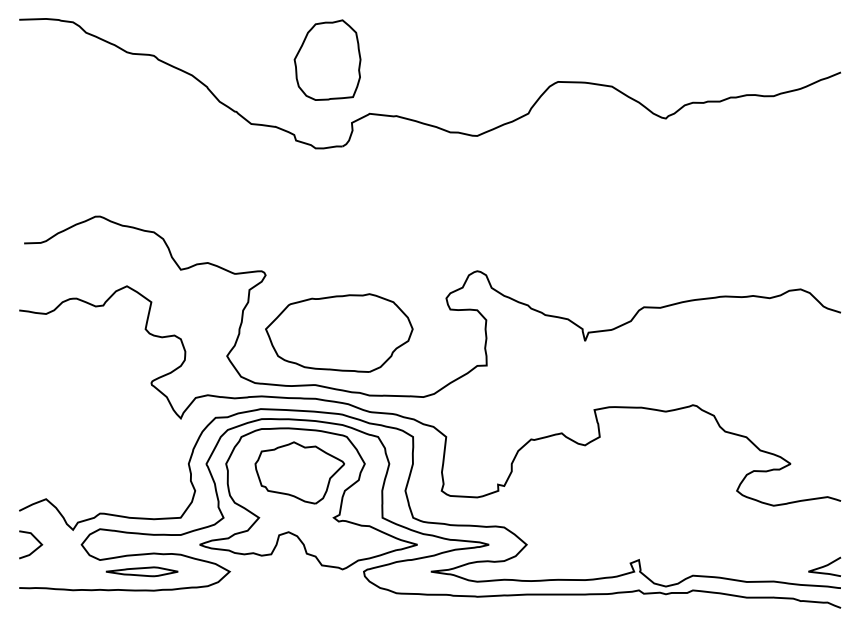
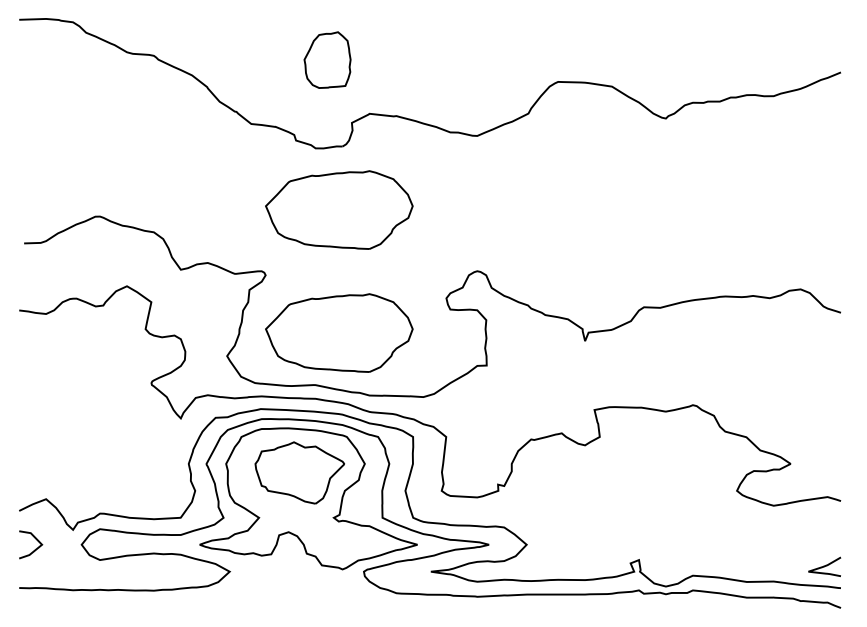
part at (327, 59) size: 69x82 px -> 49x58 px
part at (339, 209): none -> present
part at (141, 571): present -> none
